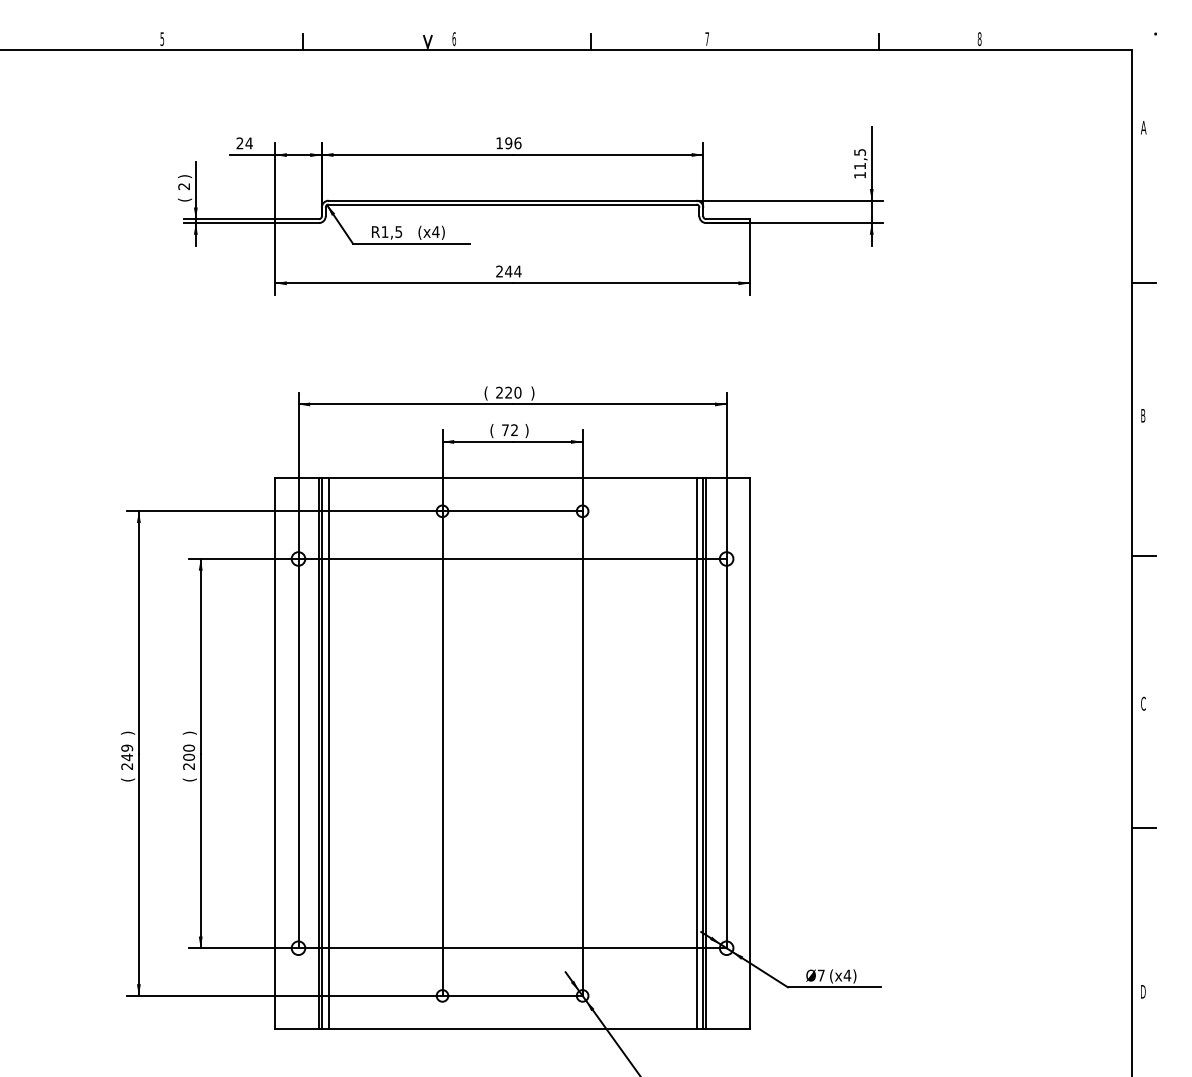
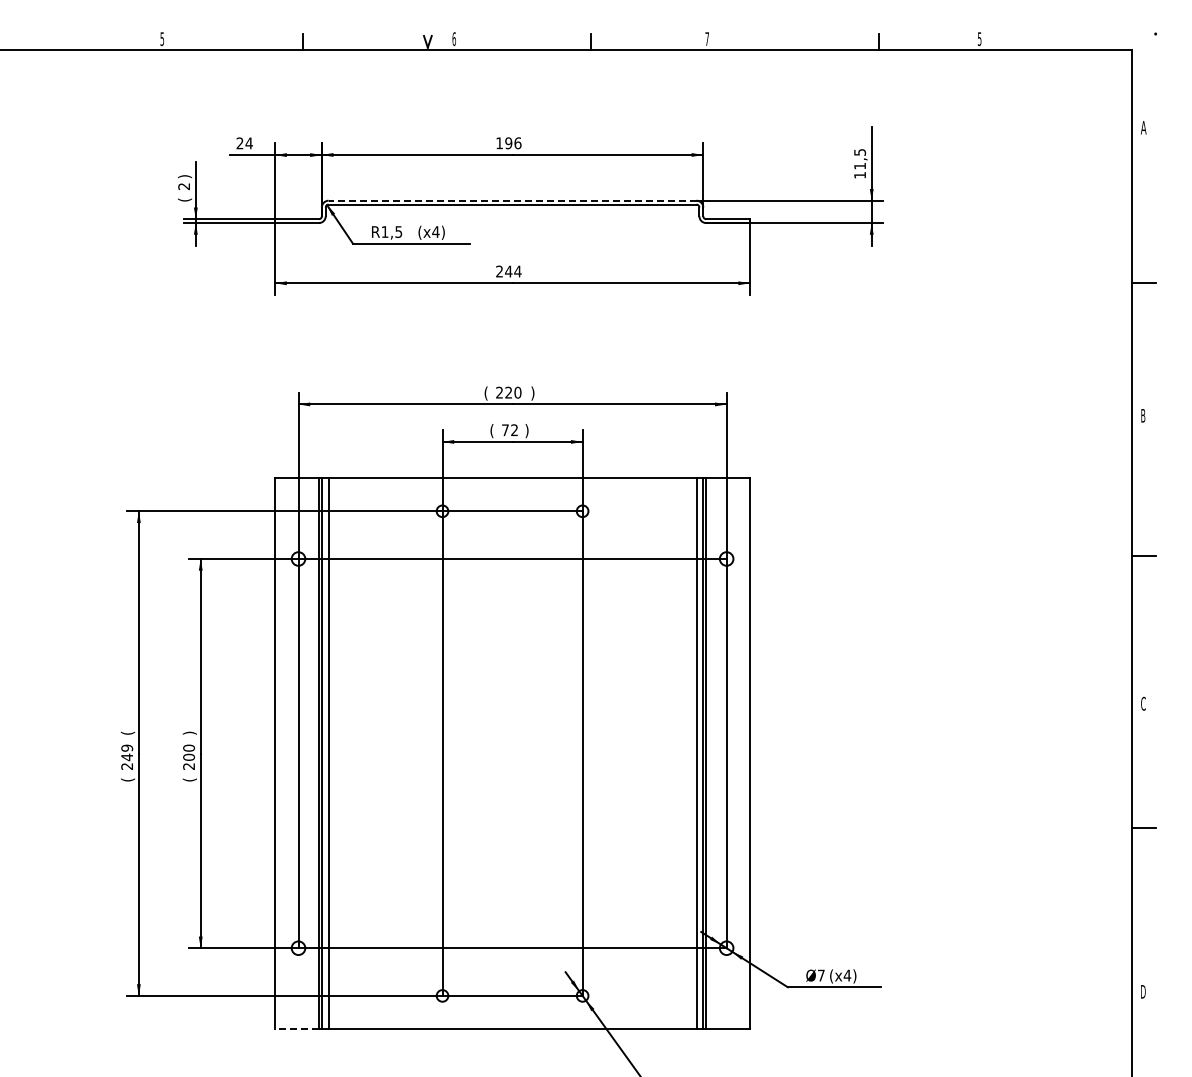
text at (979, 38): 8 -> 5
line at (512, 200): solid -> dashed
text at (128, 732): ) -> (
line at (297, 1028): solid -> dashed
